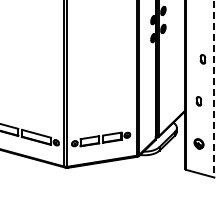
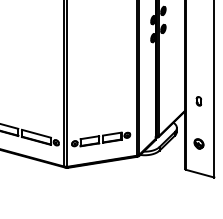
part at (202, 59): present -> none
line at (214, 89): dashed -> solid
